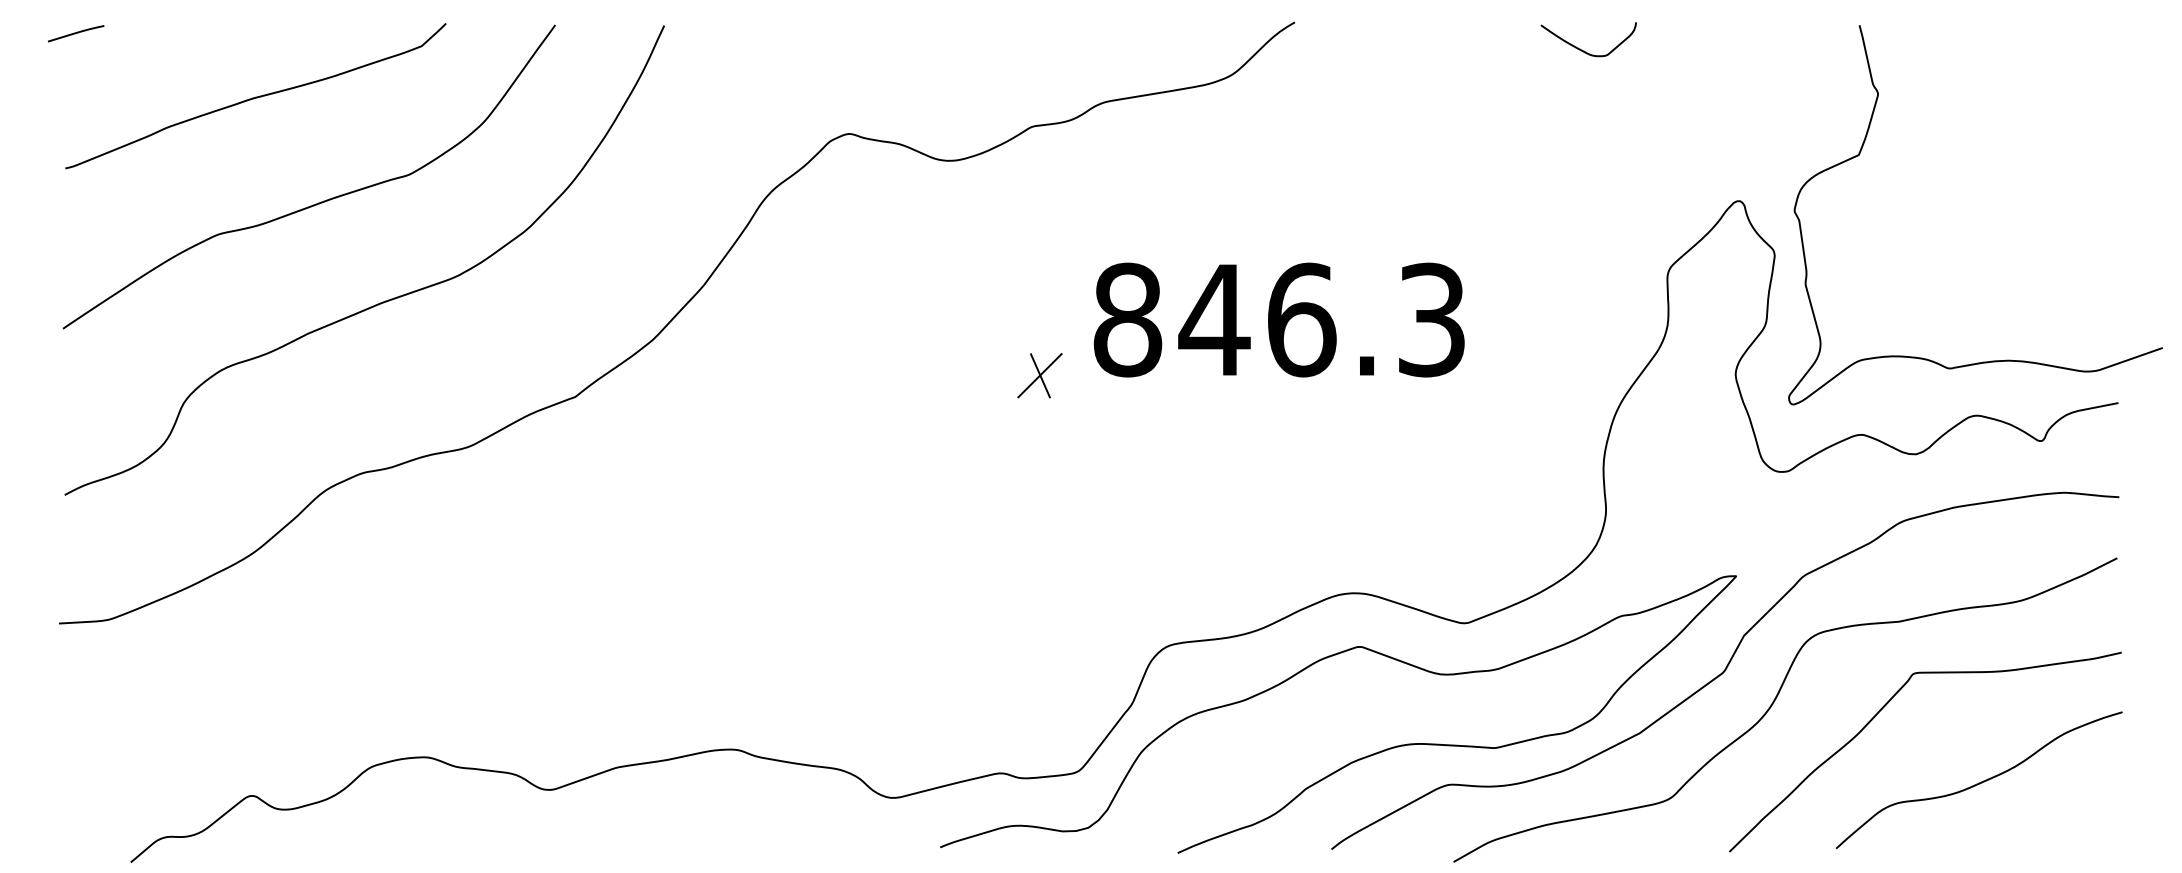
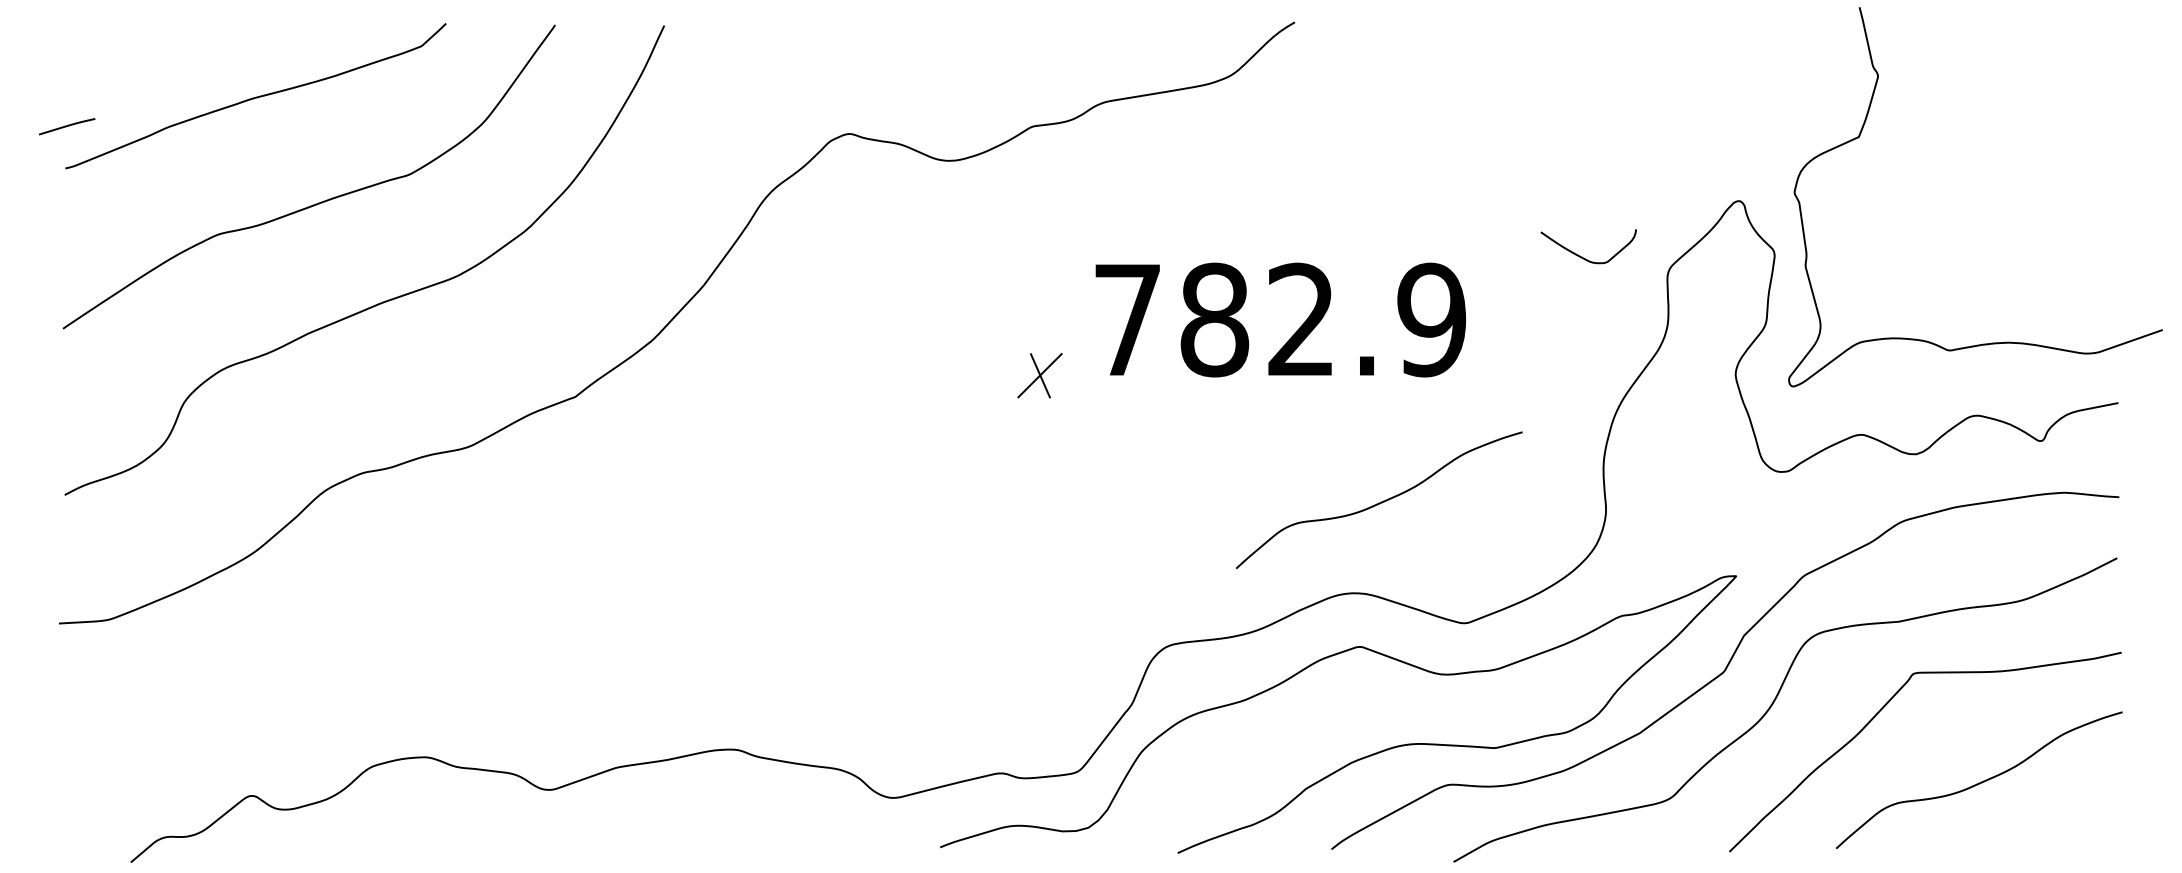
line at (76, 33) position: (76, 33) -> (67, 126)
curve at (1582, 49) position: (1582, 49) -> (1582, 256)
curve at (1860, 154) position: (1860, 154) -> (1860, 136)
text at (1279, 319): 846.3 -> 782.9
curve at (1379, 502): none -> present
